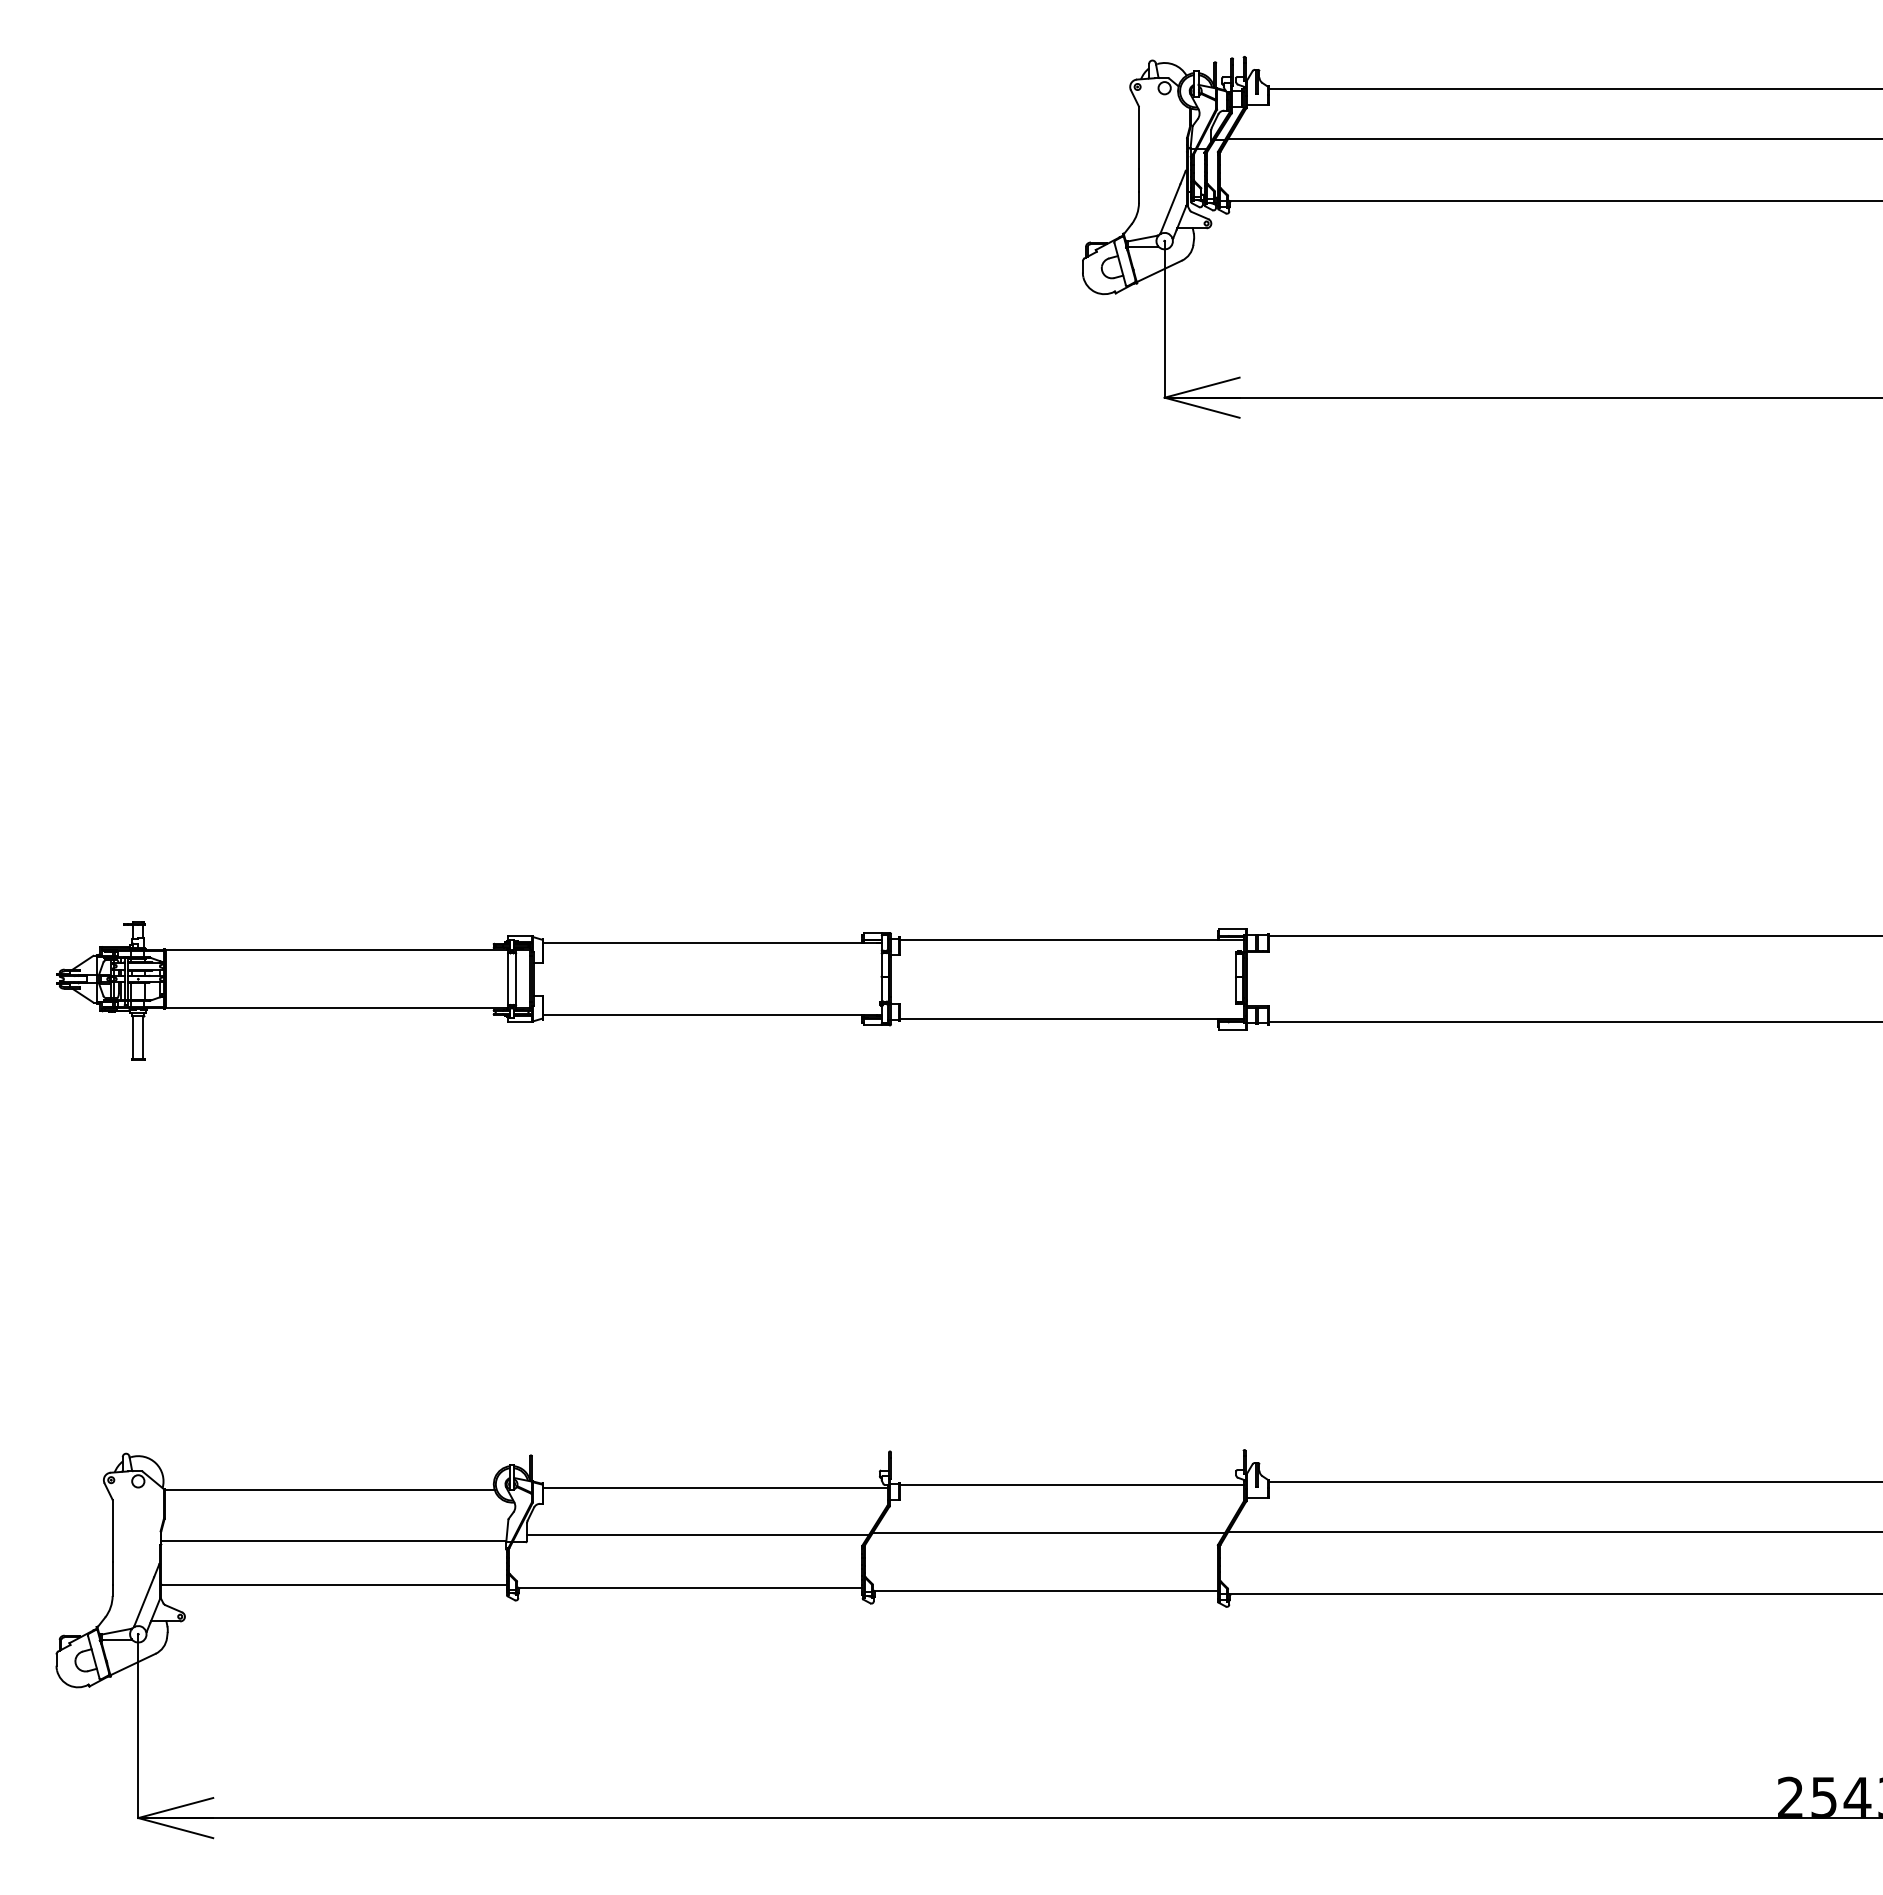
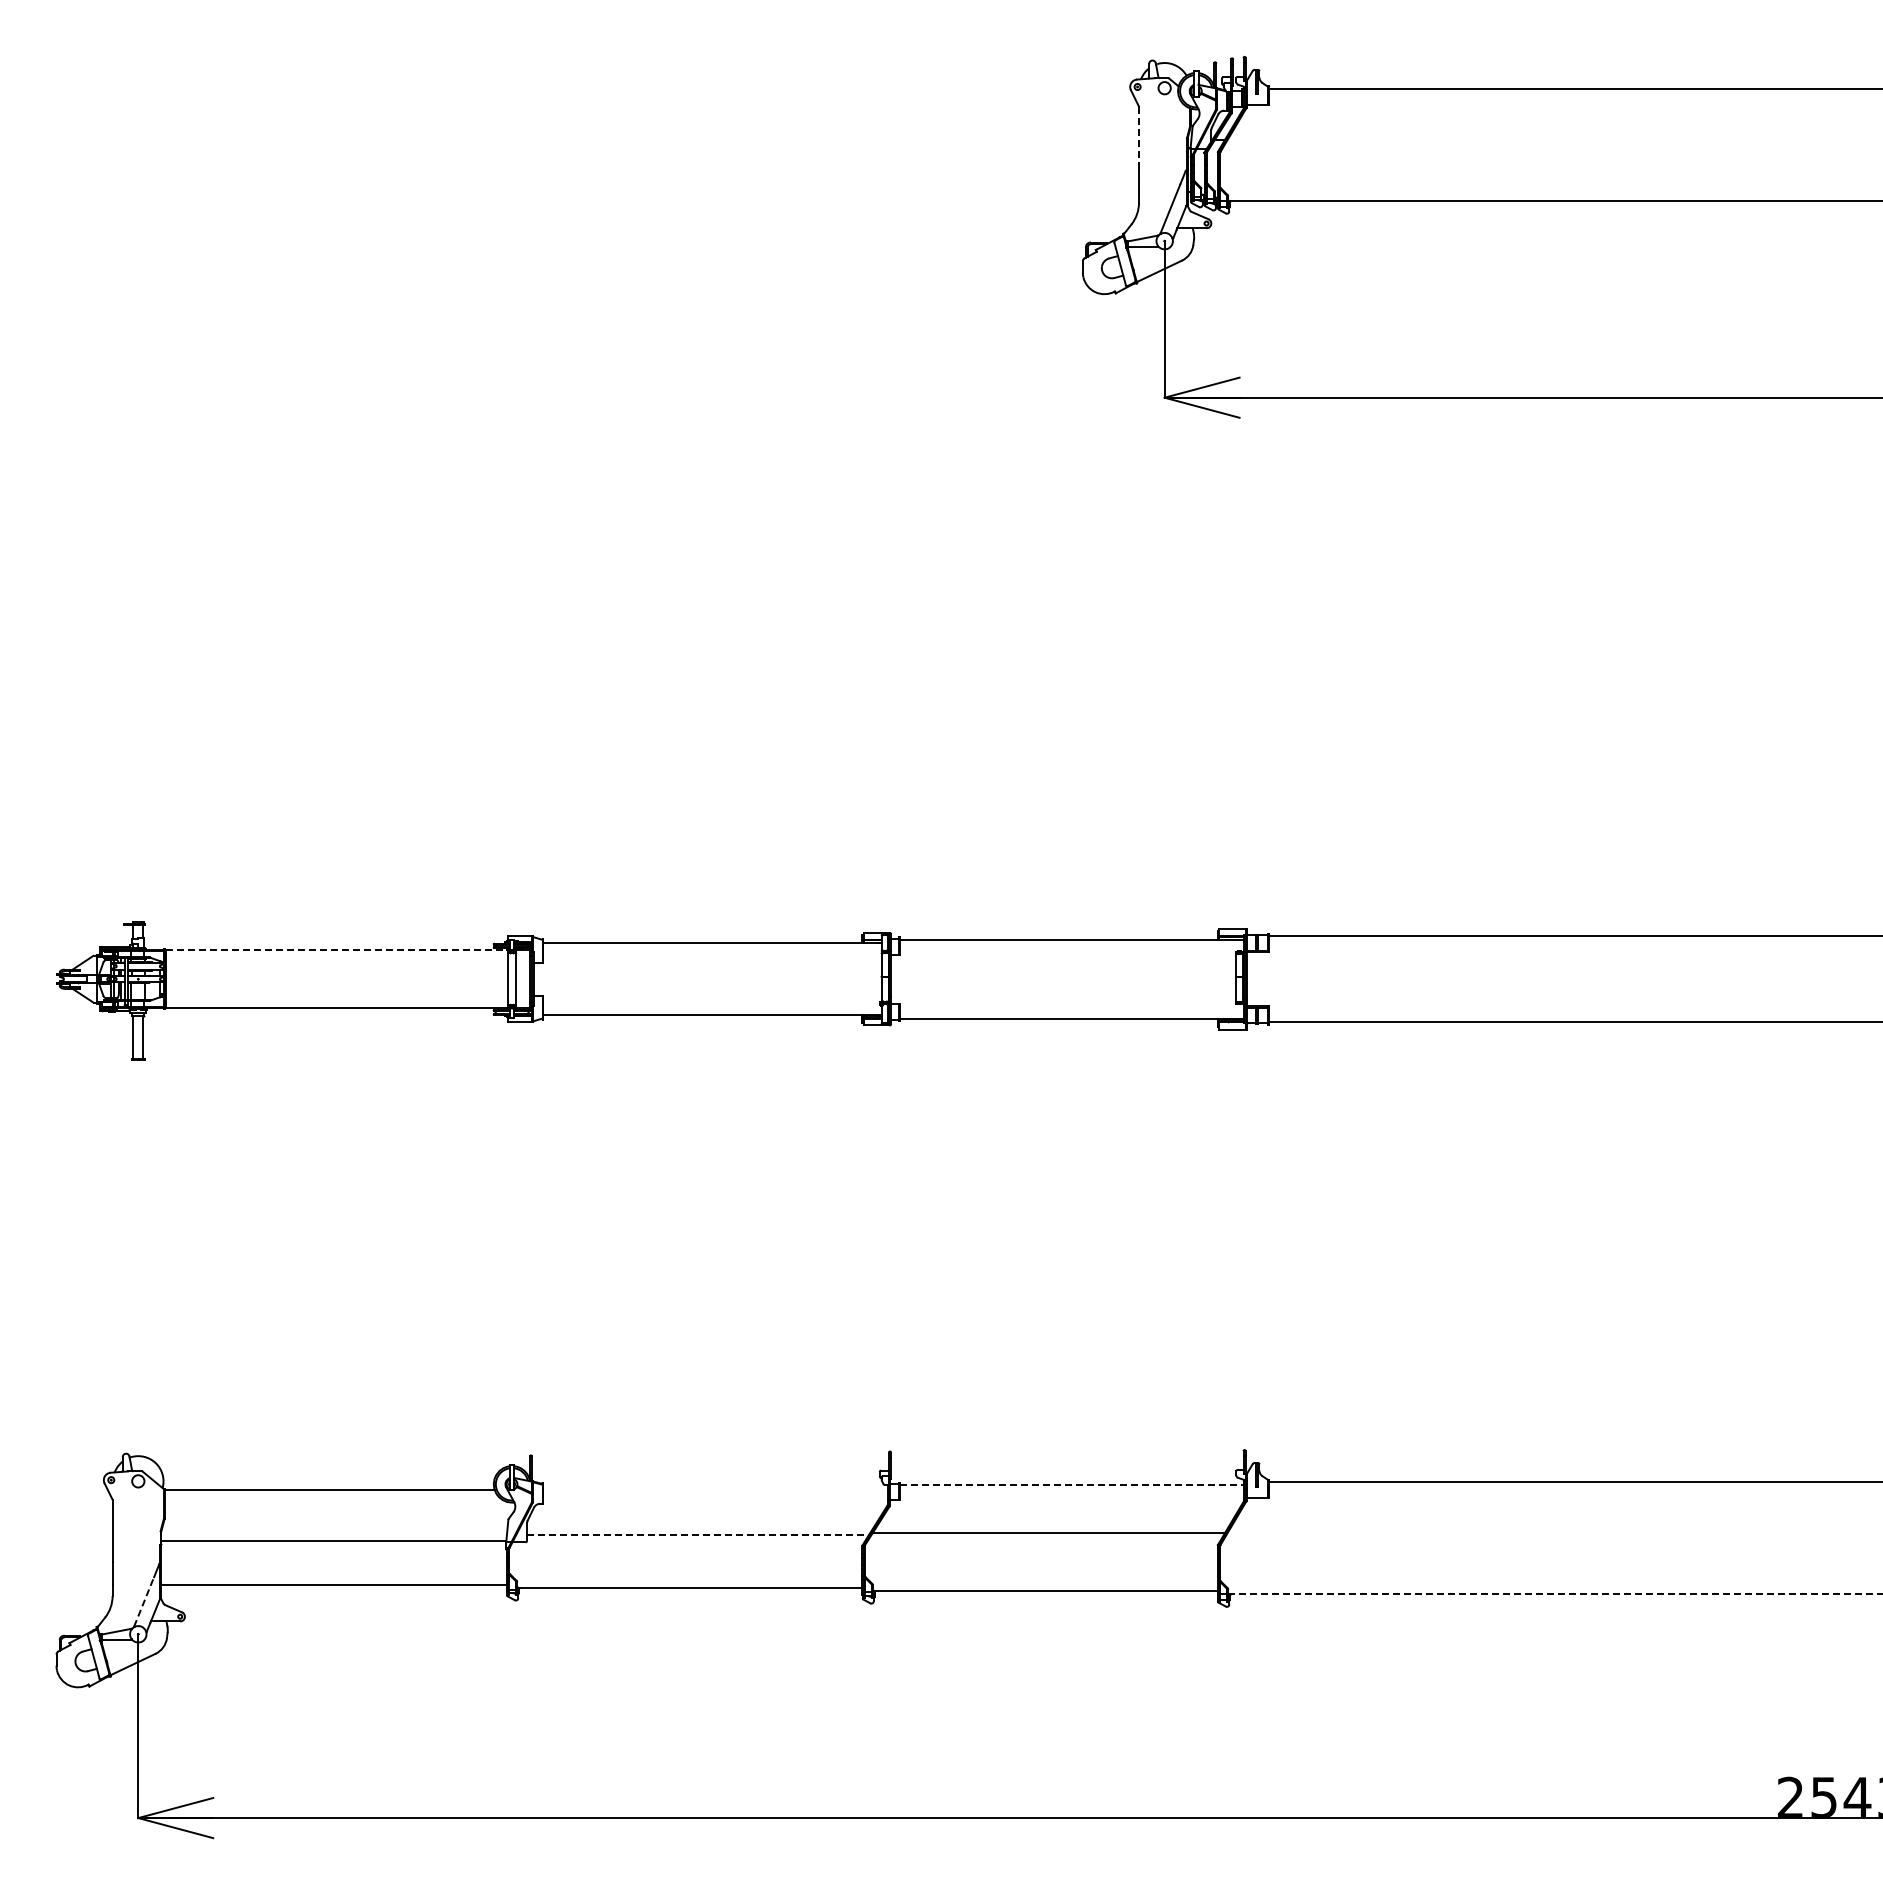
line at (1138, 137): solid -> dashed
line at (1553, 138): present -> none
line at (337, 950): solid -> dashed
line at (1072, 1485): solid -> dashed
line at (715, 1487): present -> none
line at (1553, 1531): present -> none
line at (698, 1534): solid -> dashed
line at (1555, 1594): solid -> dashed
line at (144, 1601): solid -> dashed
